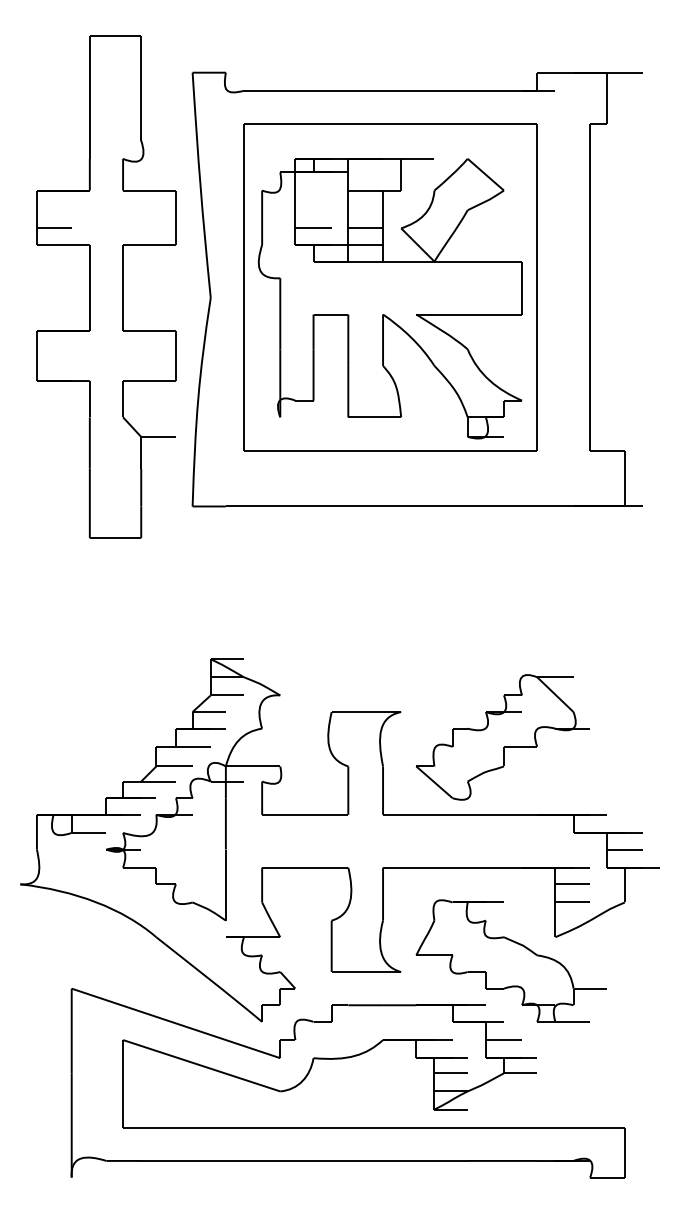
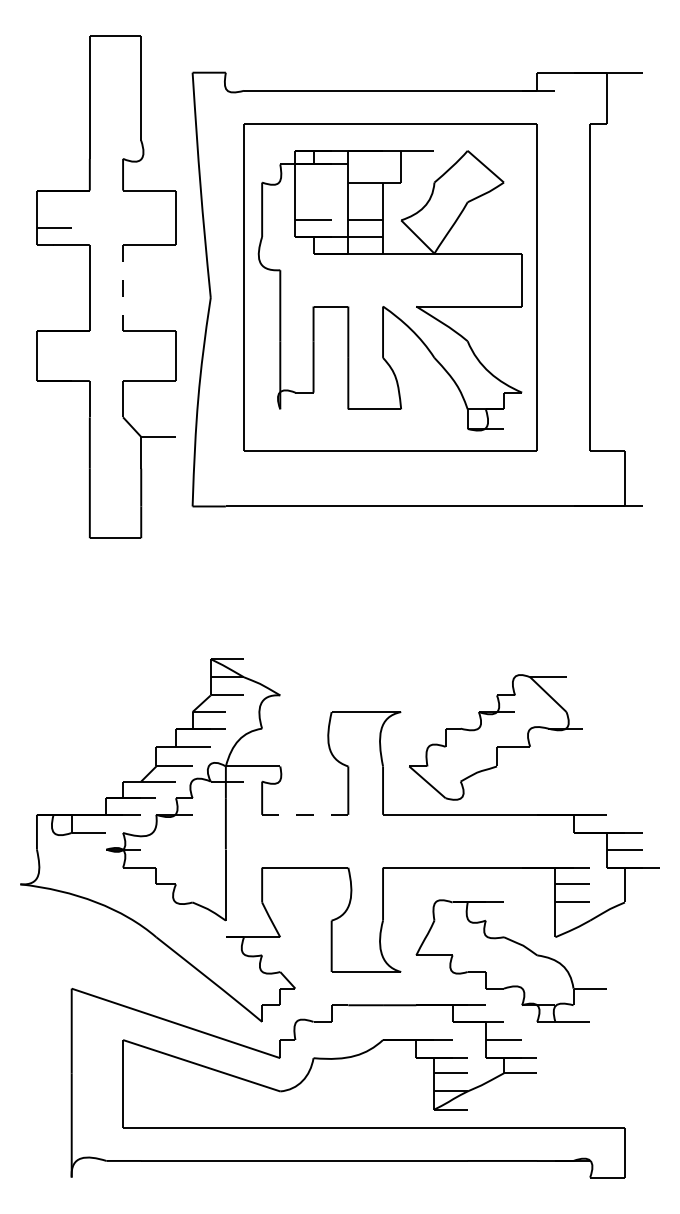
line at (123, 288): solid -> dashed
part at (389, 298) position: (389, 298) -> (389, 290)
part at (502, 737) position: (502, 737) -> (495, 737)
line at (304, 814): solid -> dashed
